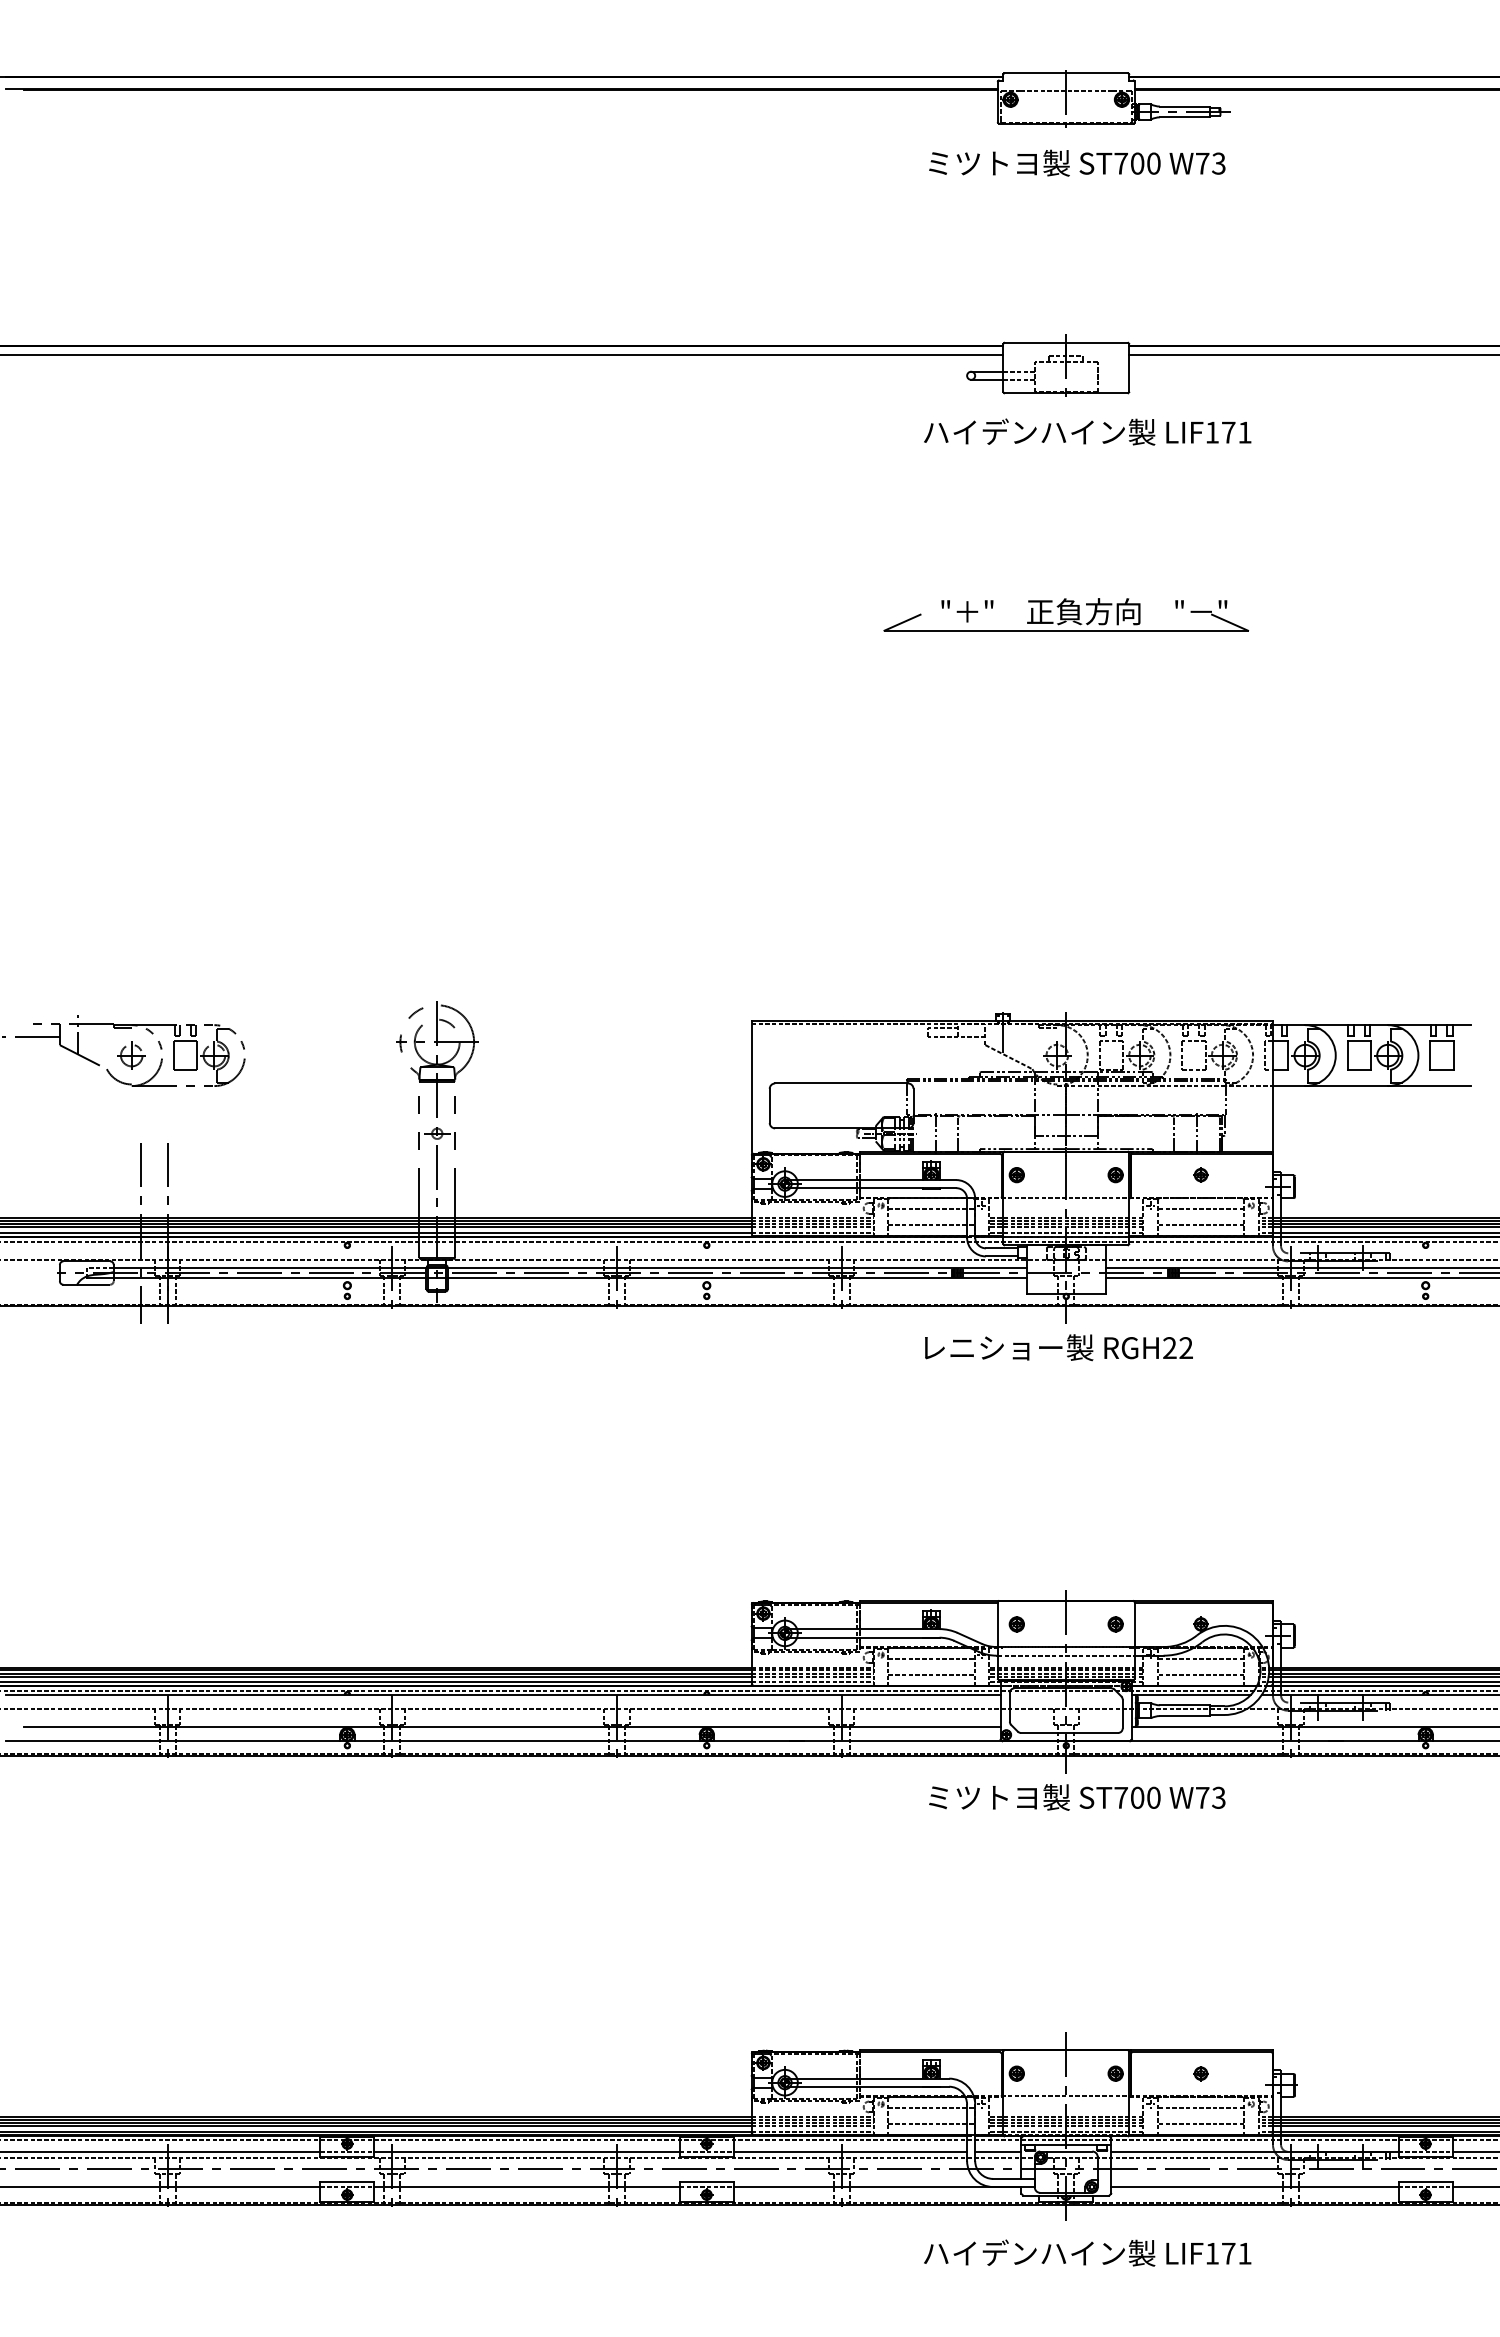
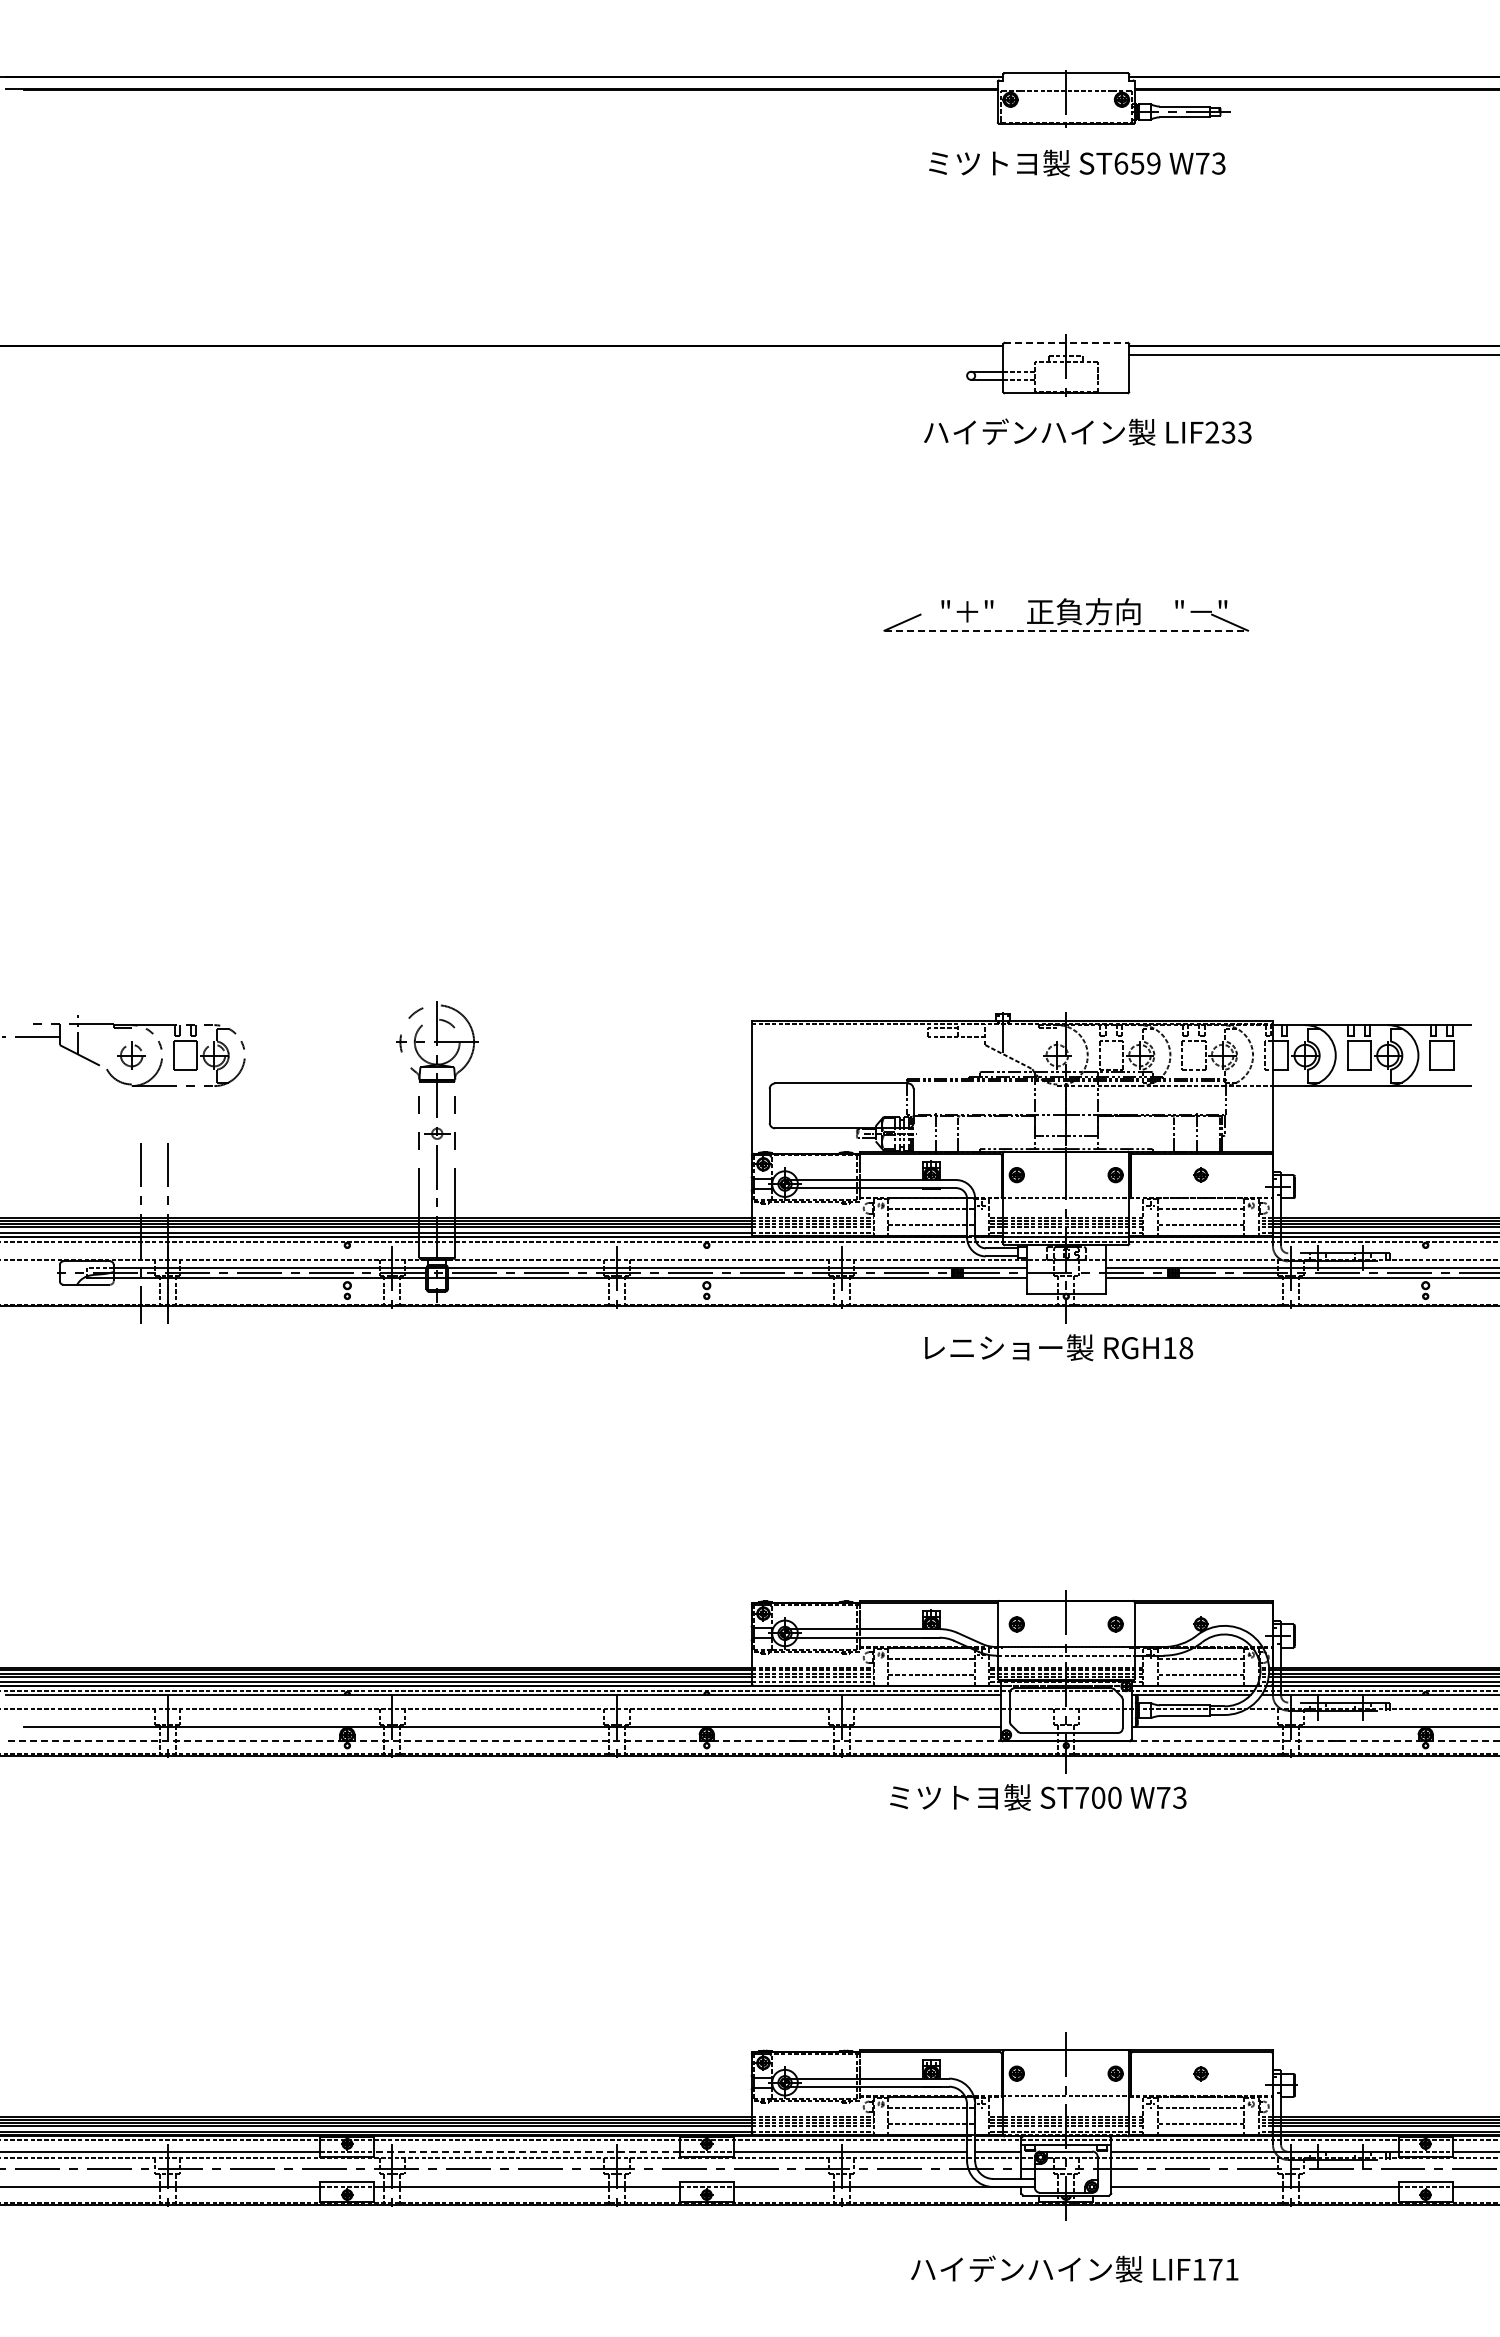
text at (1137, 163): ST700 -> ST659
line at (1066, 342): solid -> dashed
line at (502, 355): present -> none
text at (1228, 432): LIF171 -> LIF233
line at (1066, 630): solid -> dashed
text at (1178, 1348): RGH22 -> RGH18
line at (752, 1741): solid -> dashed
text at (1077, 1797) position: (1077, 1797) -> (1038, 1797)
line at (527, 2151): solid -> dashed
text at (1087, 2252) position: (1087, 2252) -> (1074, 2268)
